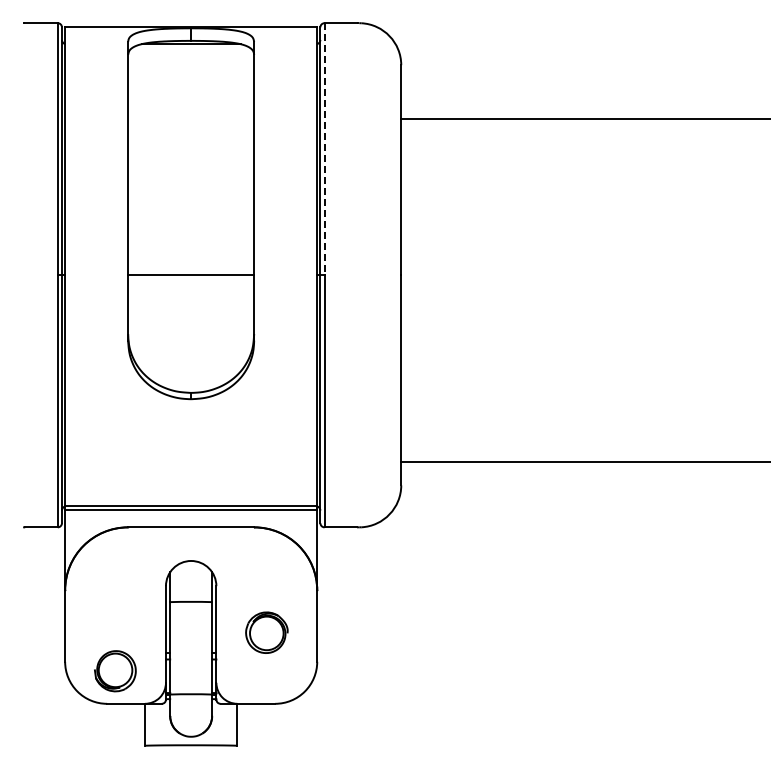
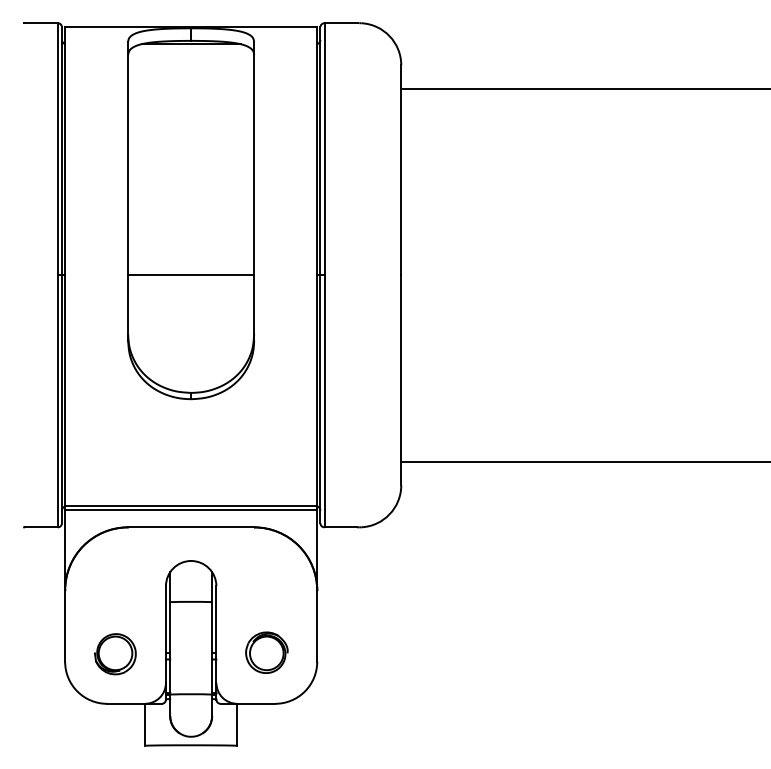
line at (584, 118) position: (584, 118) -> (584, 88)
line at (324, 149): dashed -> solid
part at (266, 632) position: (266, 632) -> (266, 652)
part at (115, 671) position: (115, 671) -> (115, 654)
